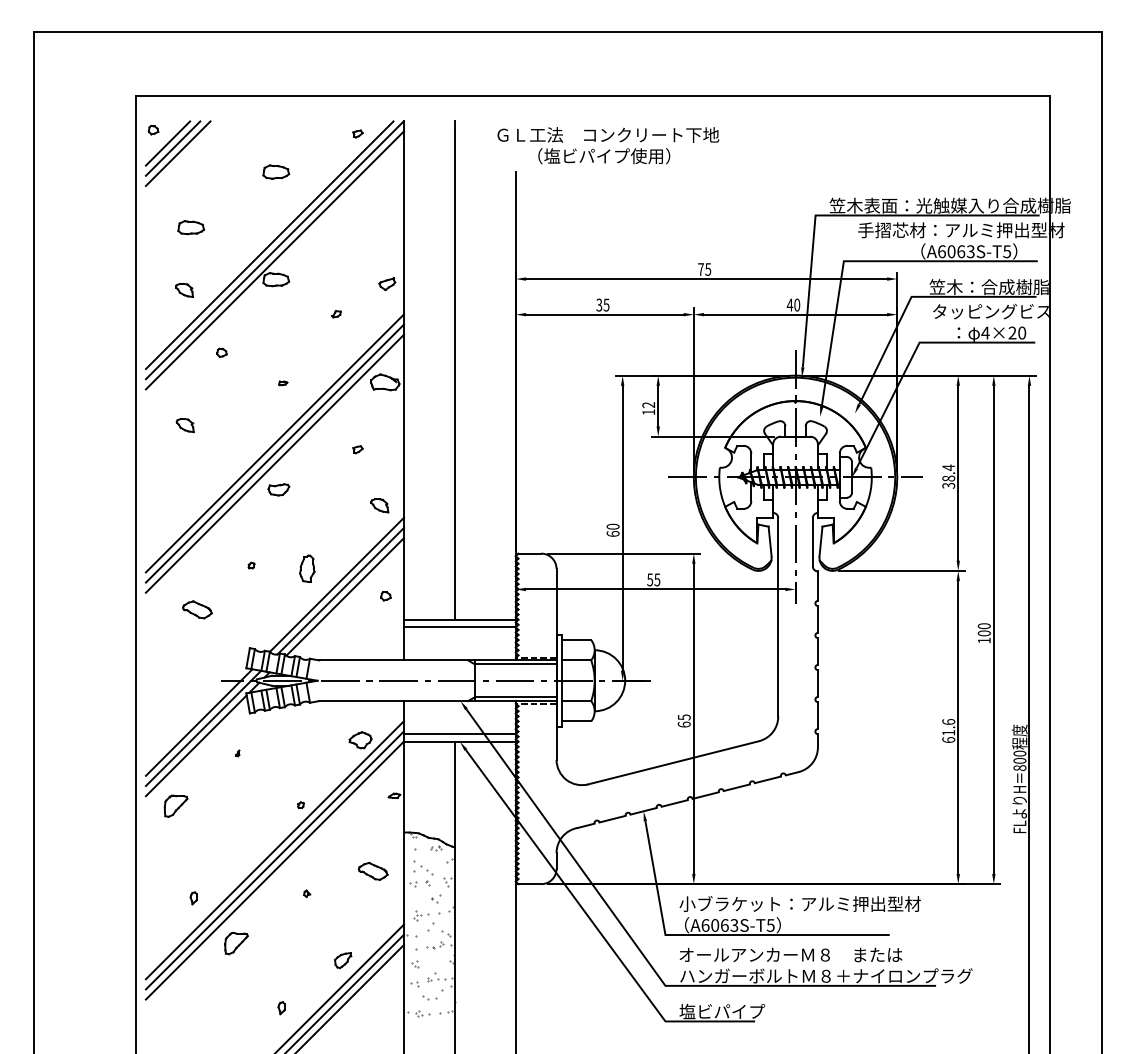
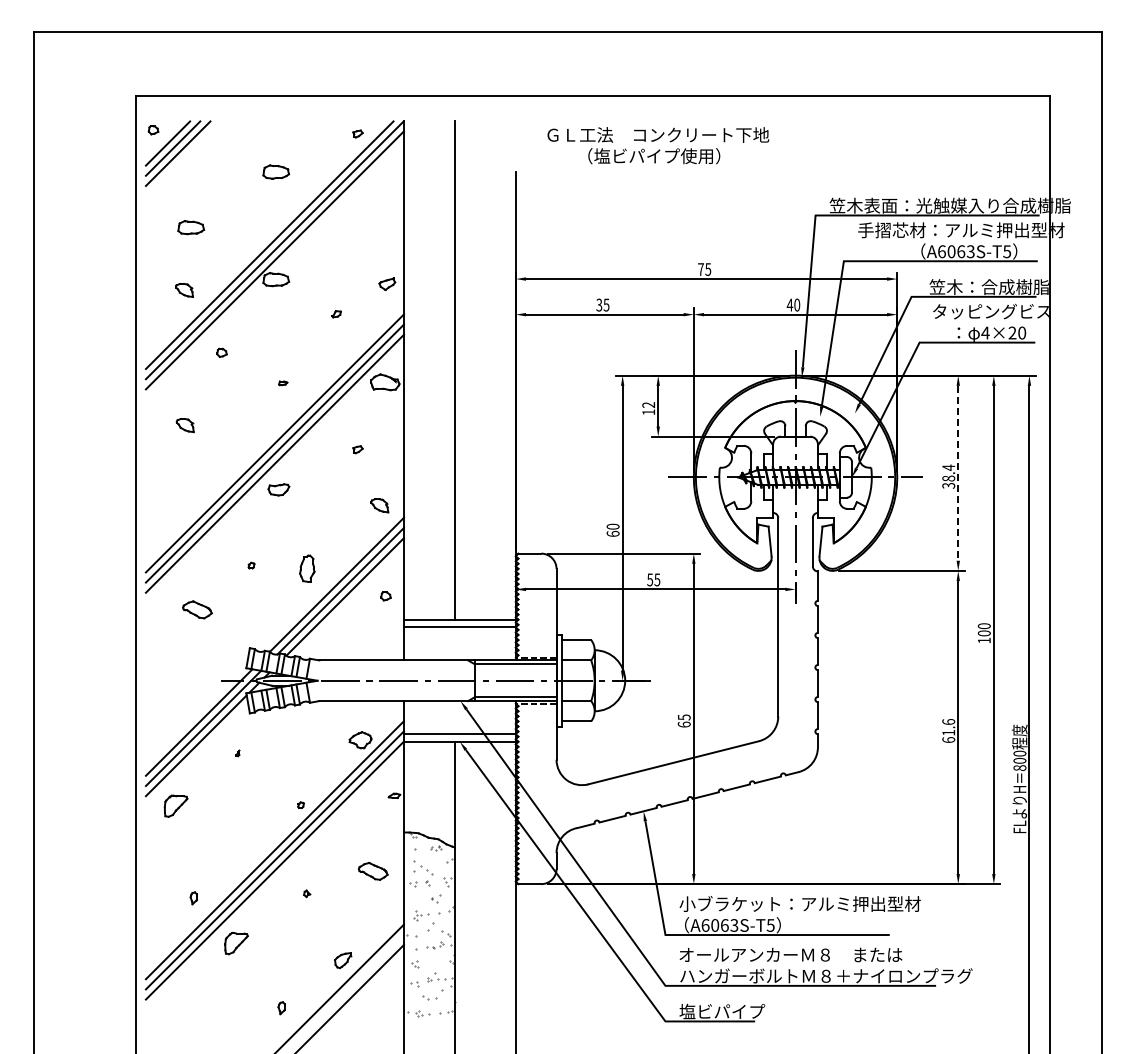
text at (608, 145) position: (608, 145) -> (658, 145)
line at (958, 473): solid -> dashed
line at (345, 992): present -> none
